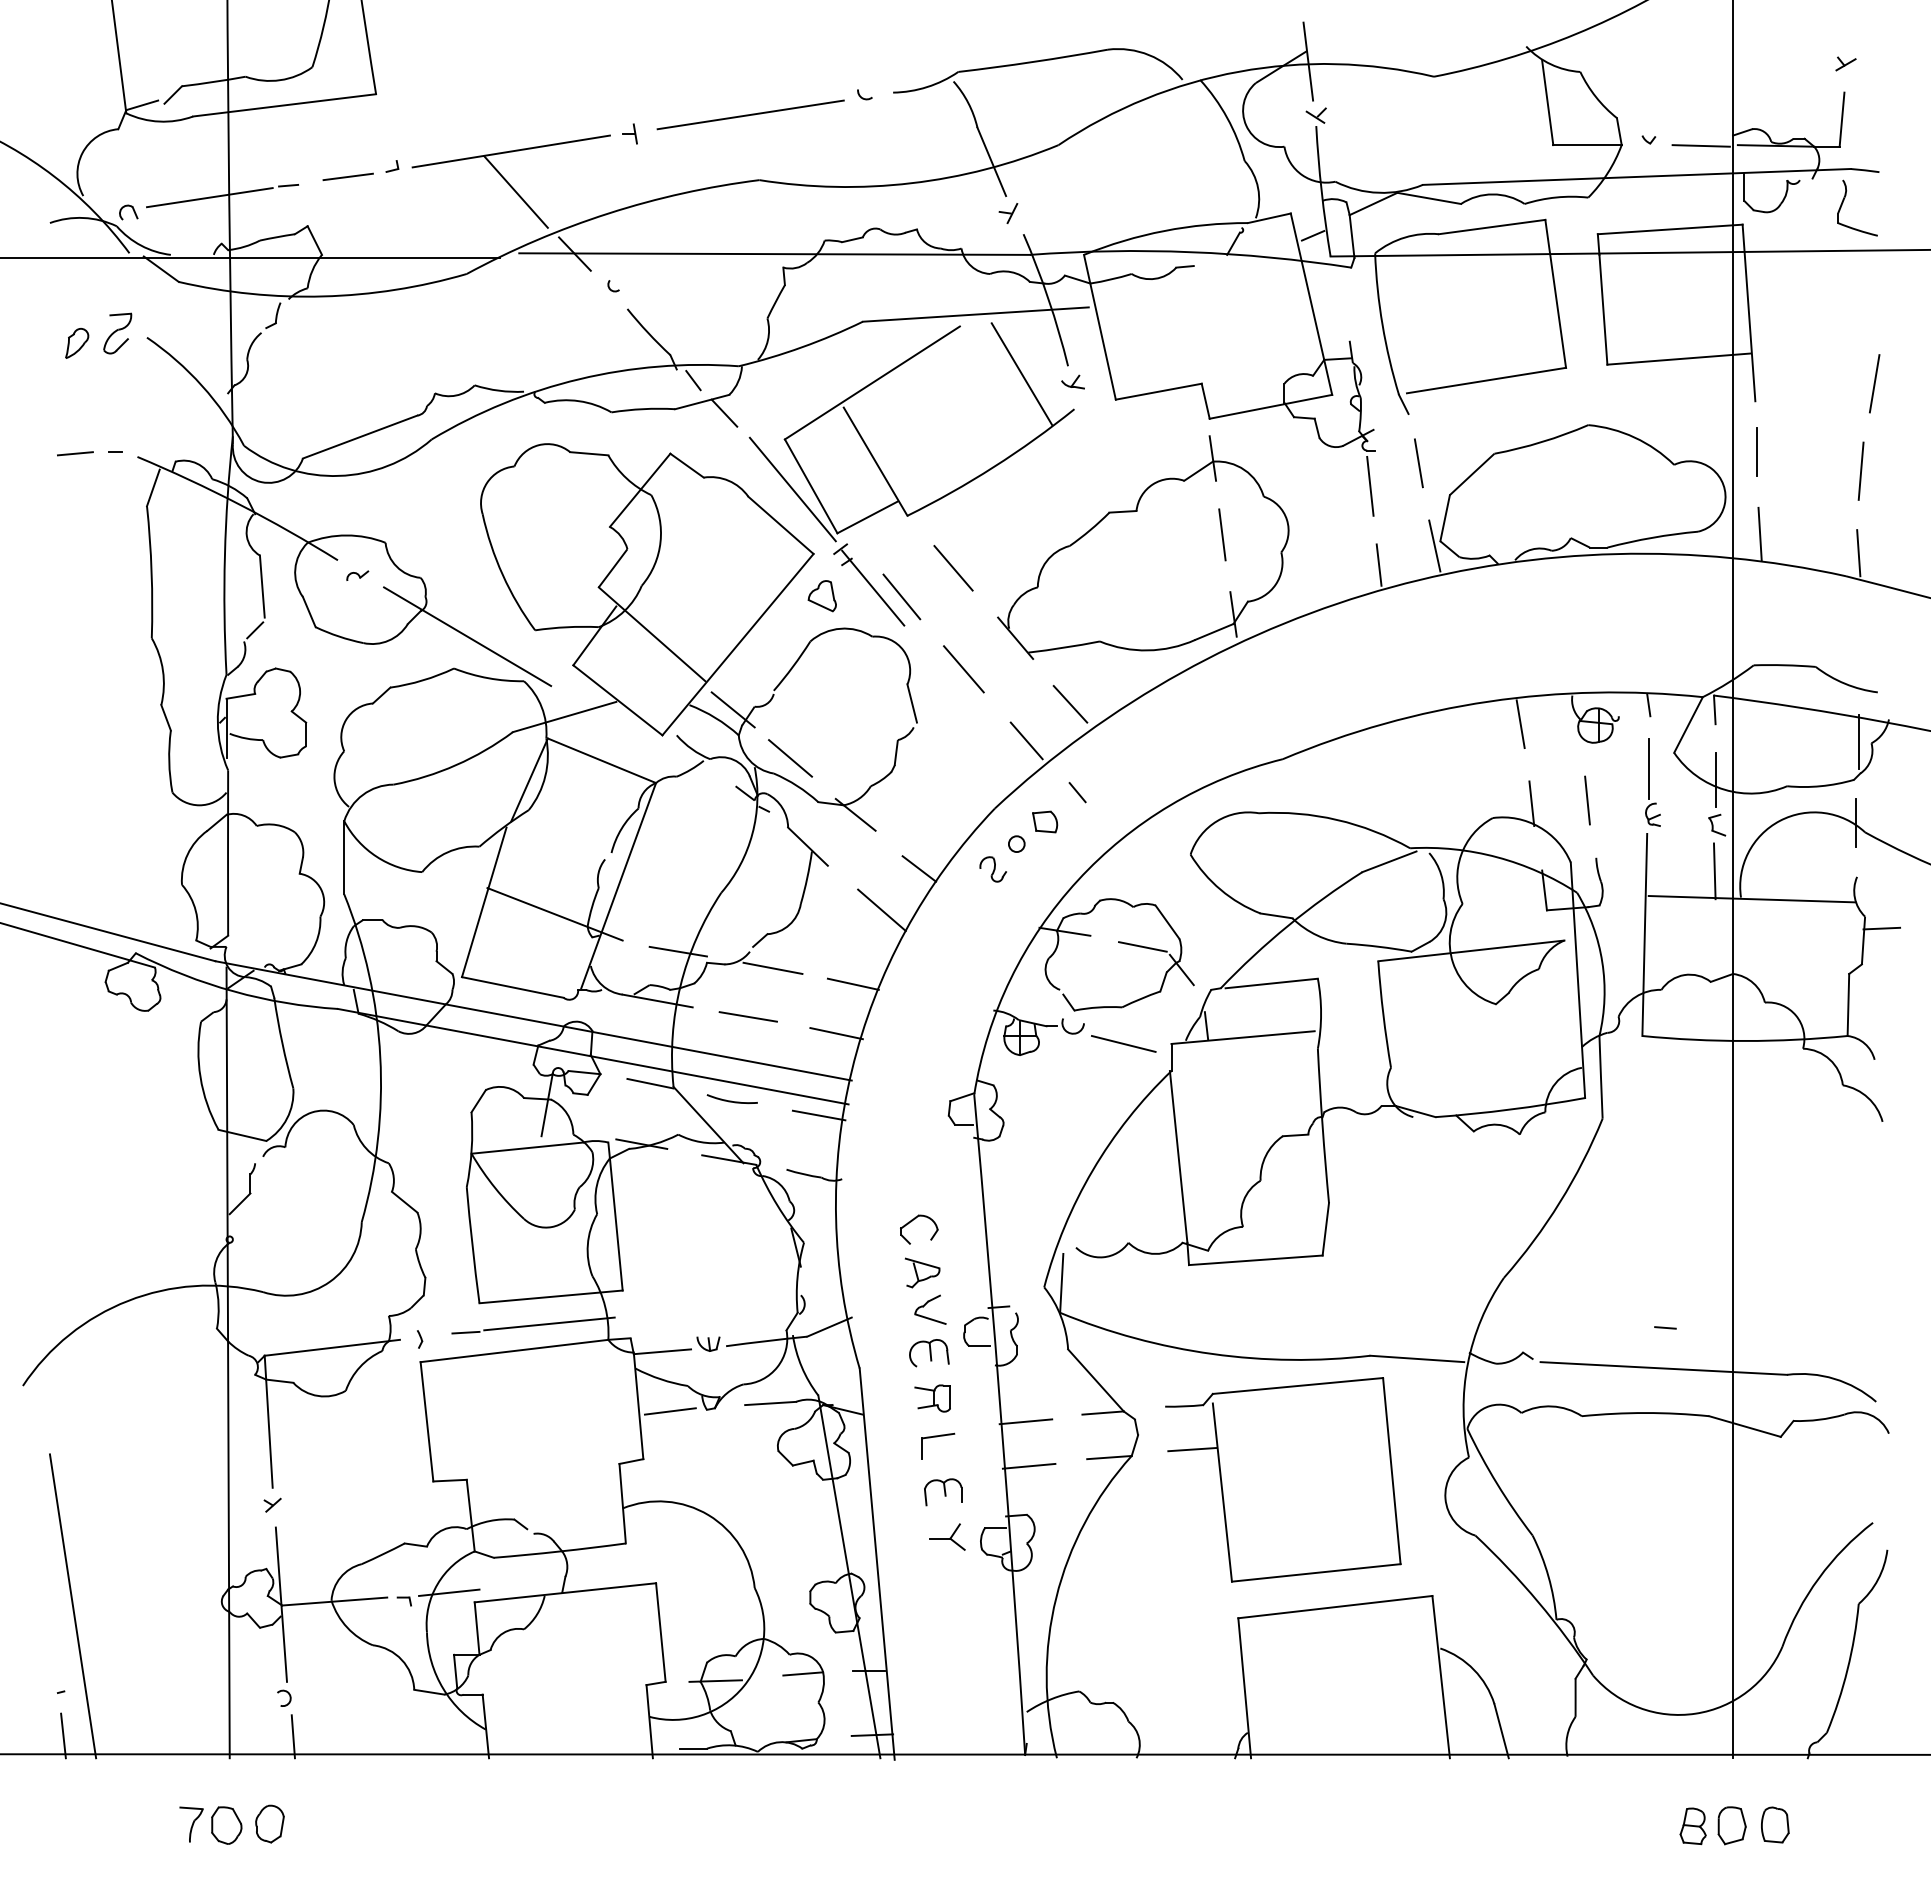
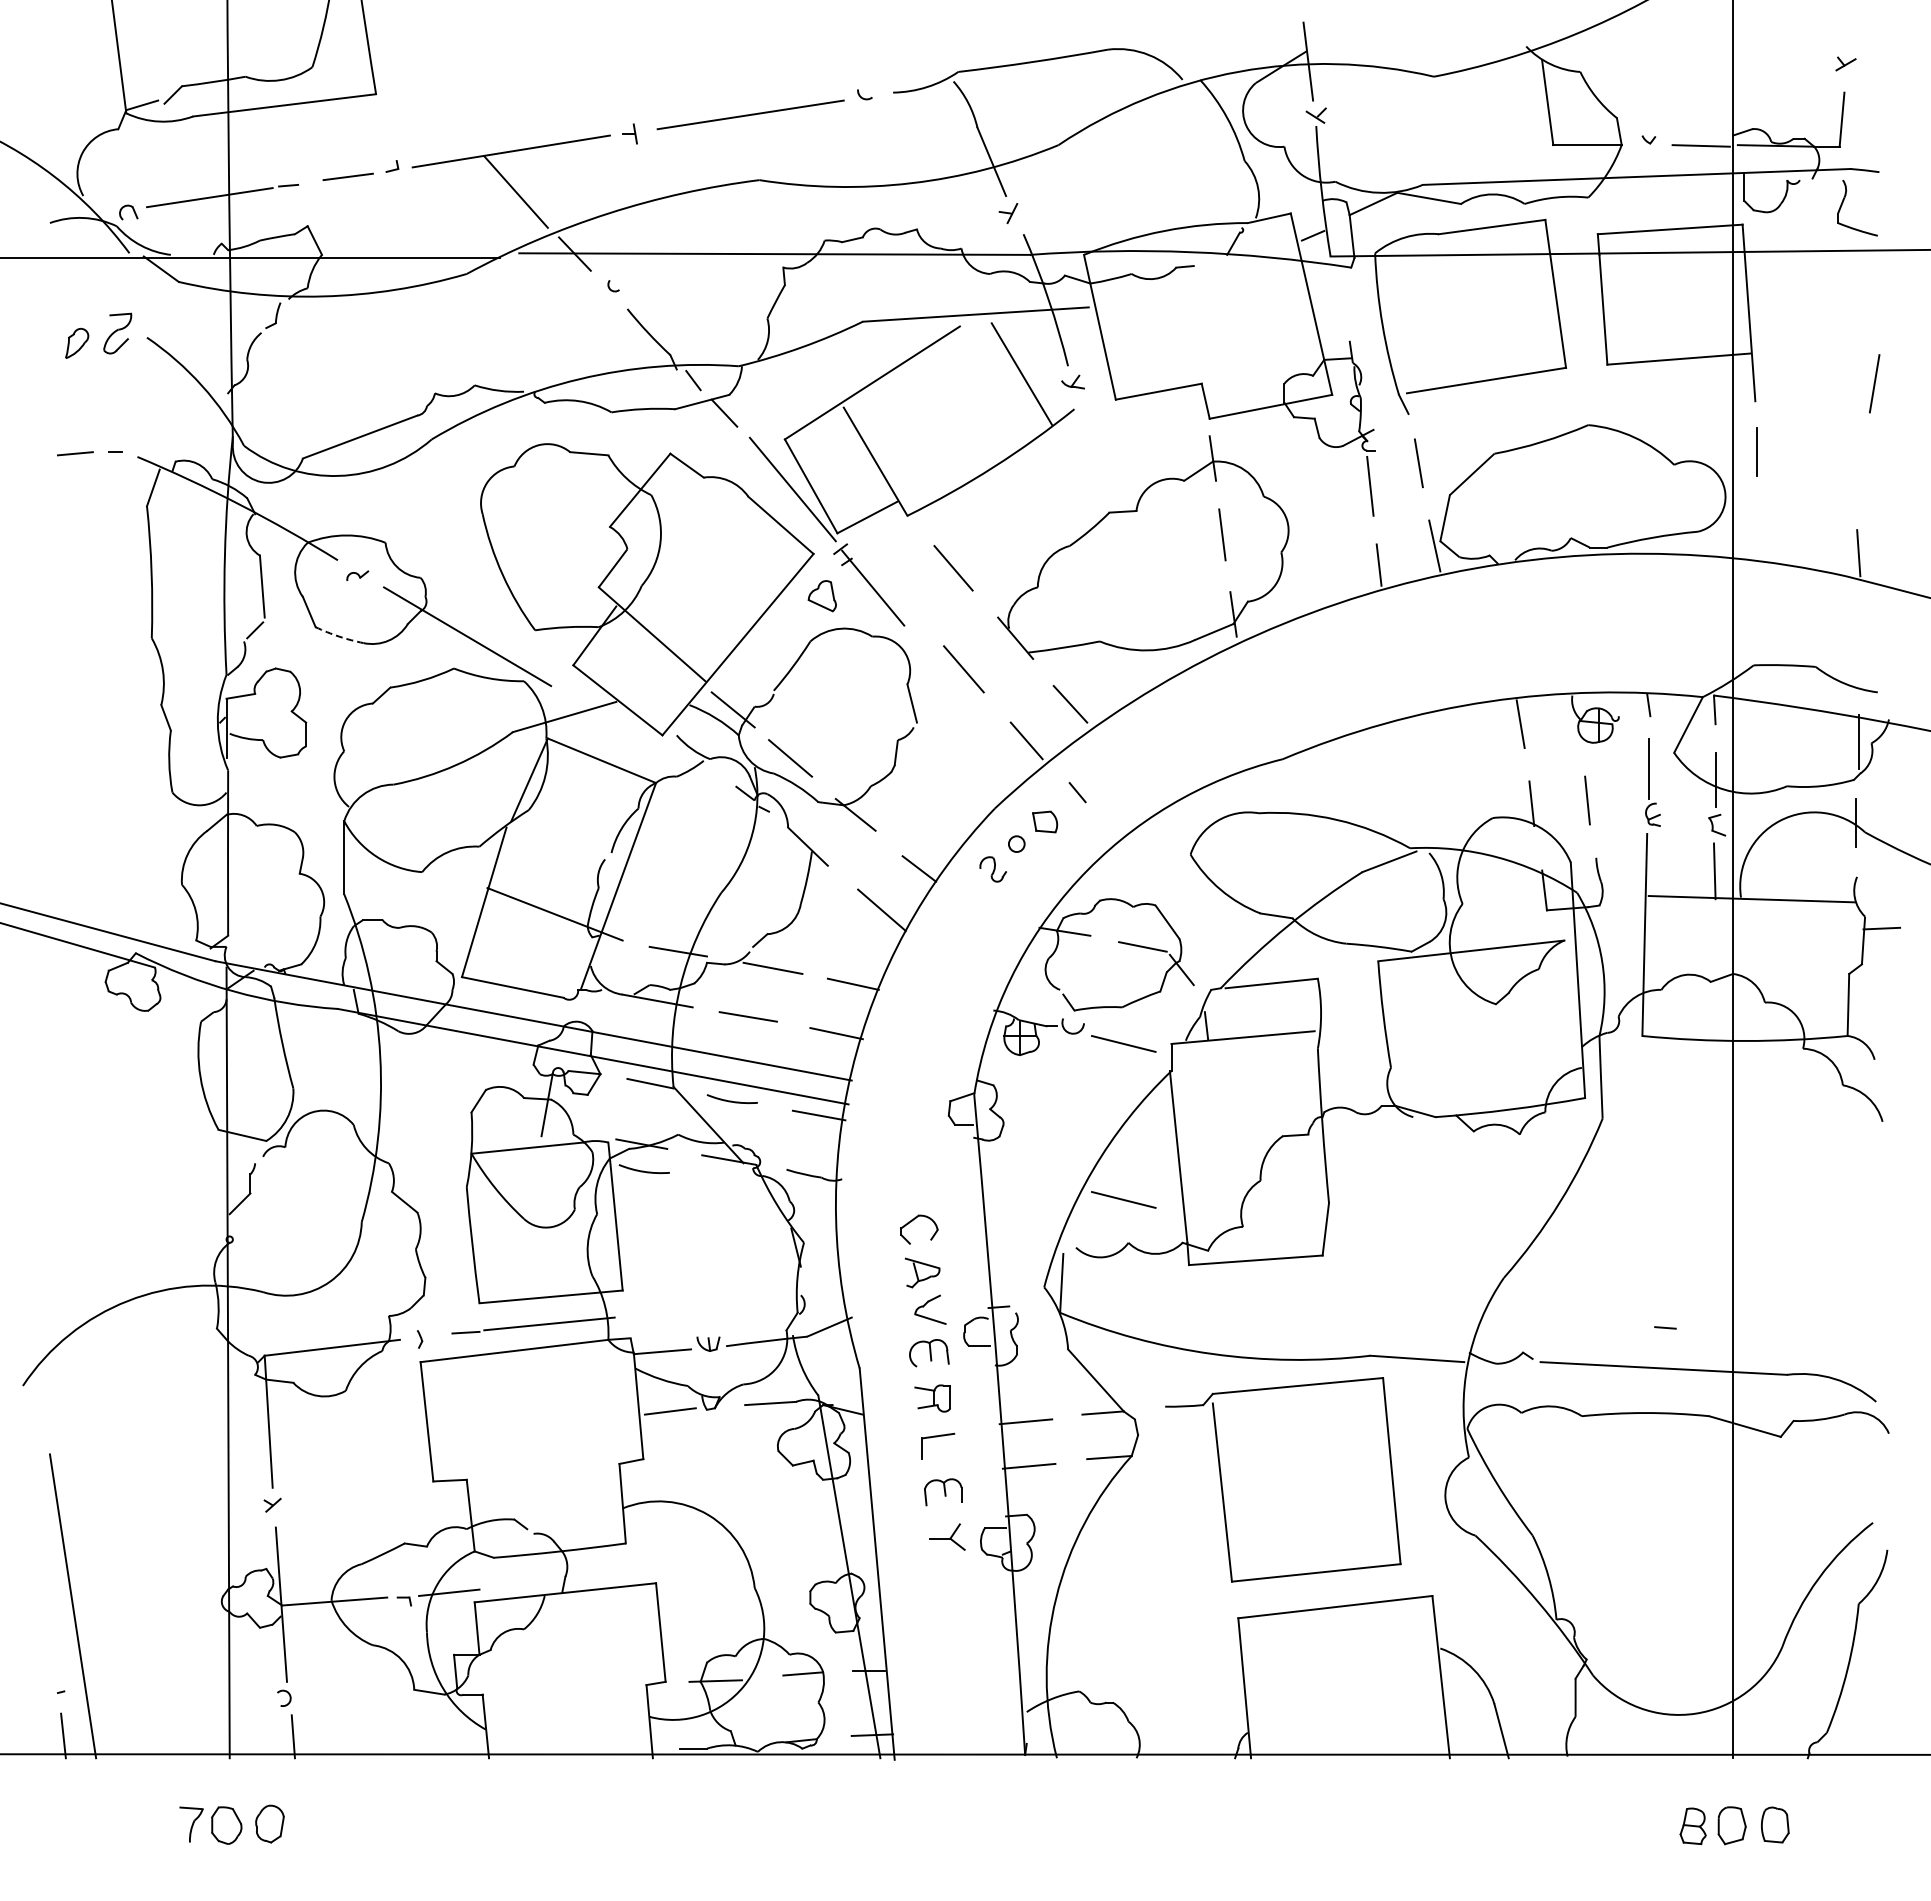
line at (1860, 470): present -> none
line at (1759, 533): present -> none
line at (901, 596): present -> none
arc at (339, 636): solid -> dashed
arc at (643, 1170): none -> present
line at (1123, 1199): none -> present
line at (1192, 1449): present -> none
